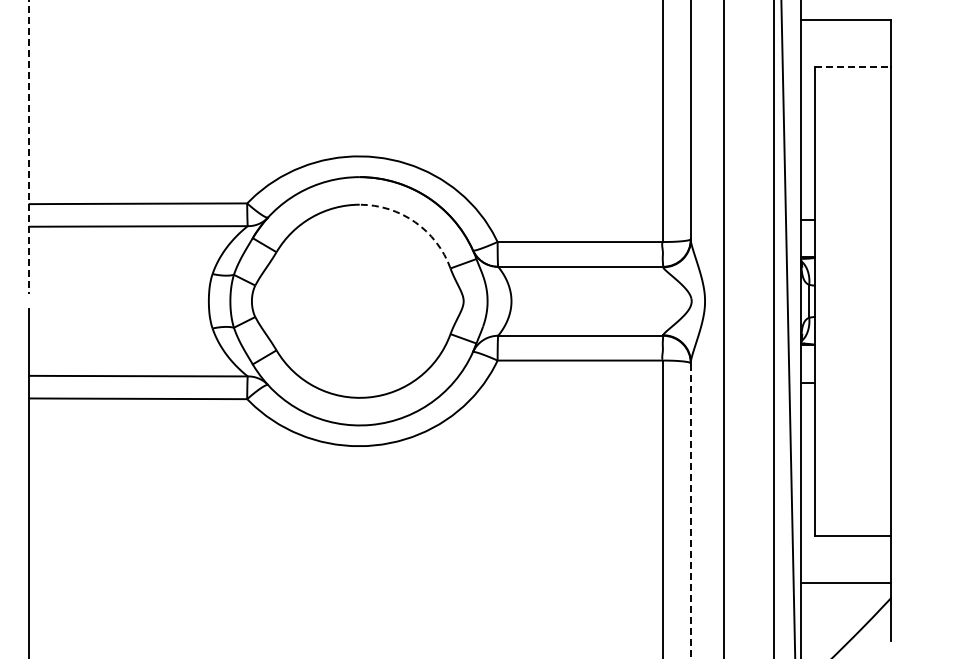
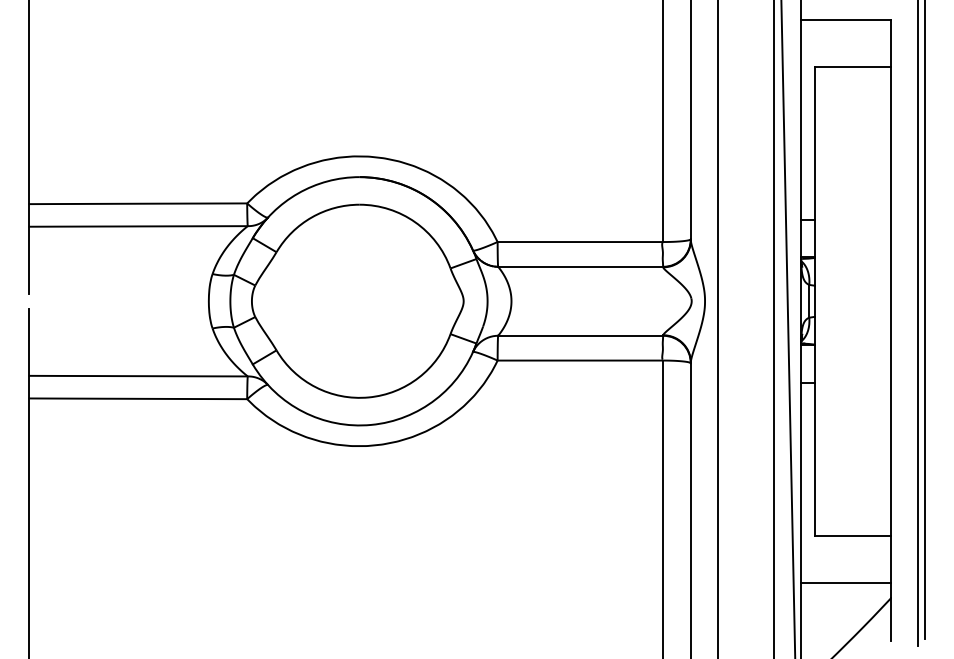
line at (852, 67): dashed -> solid
line at (28, 146): dashed -> solid
arc at (415, 222): dashed -> solid
line at (925, 320): none -> present
line at (918, 324): none -> present
line at (724, 328) position: (724, 328) -> (718, 328)
line at (690, 510): dashed -> solid
